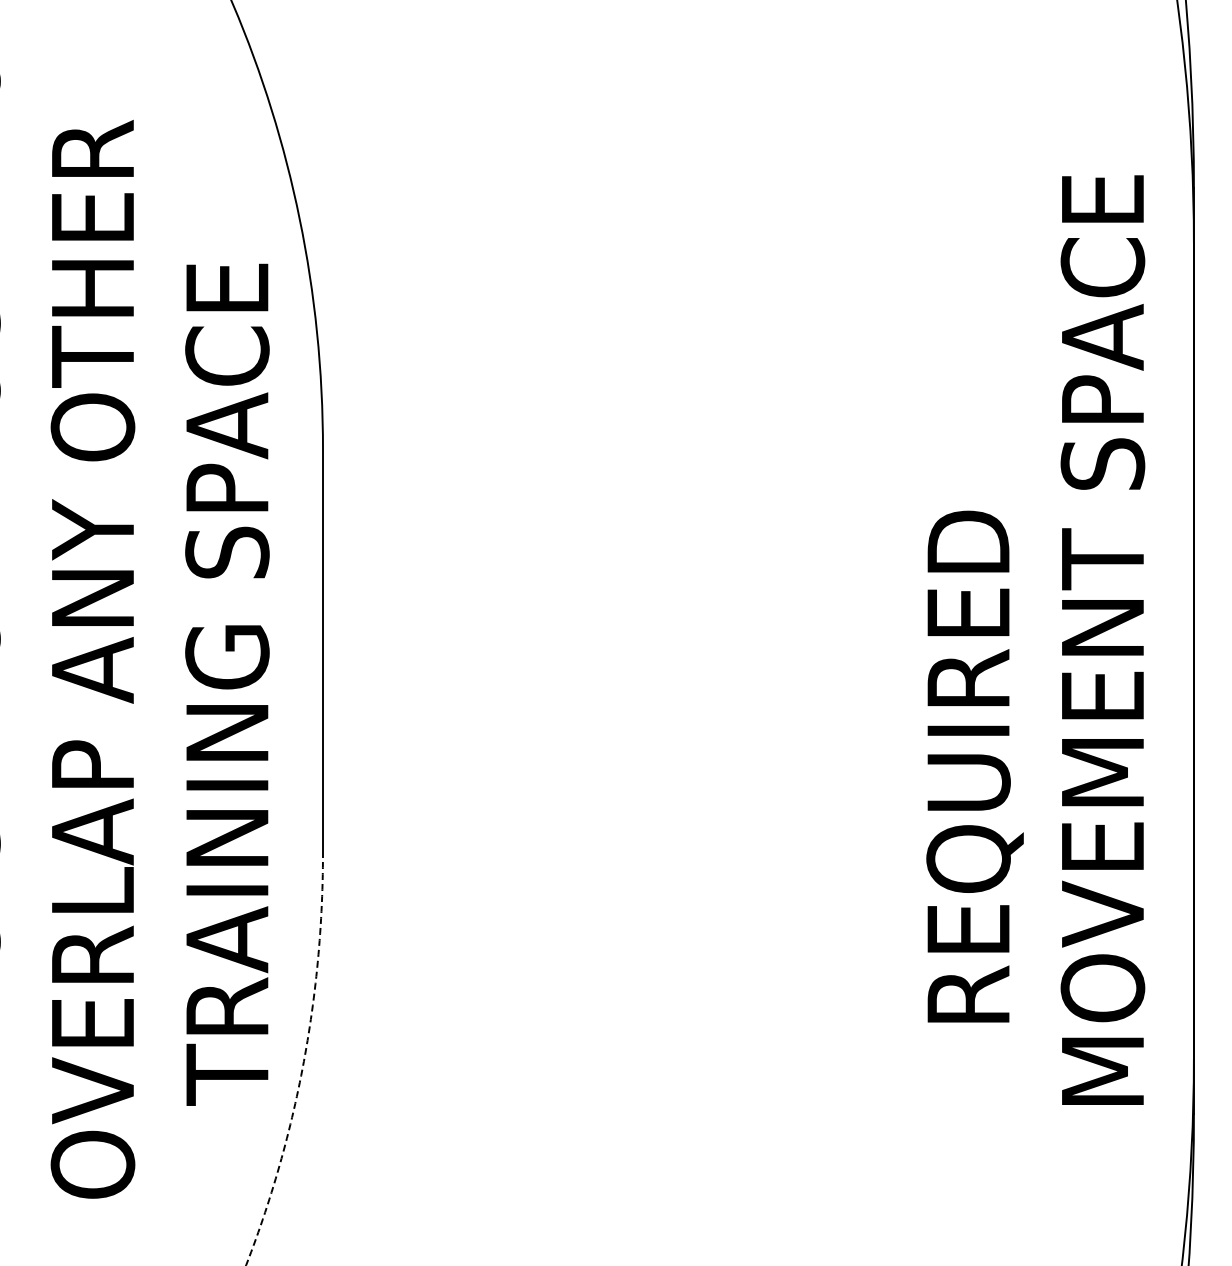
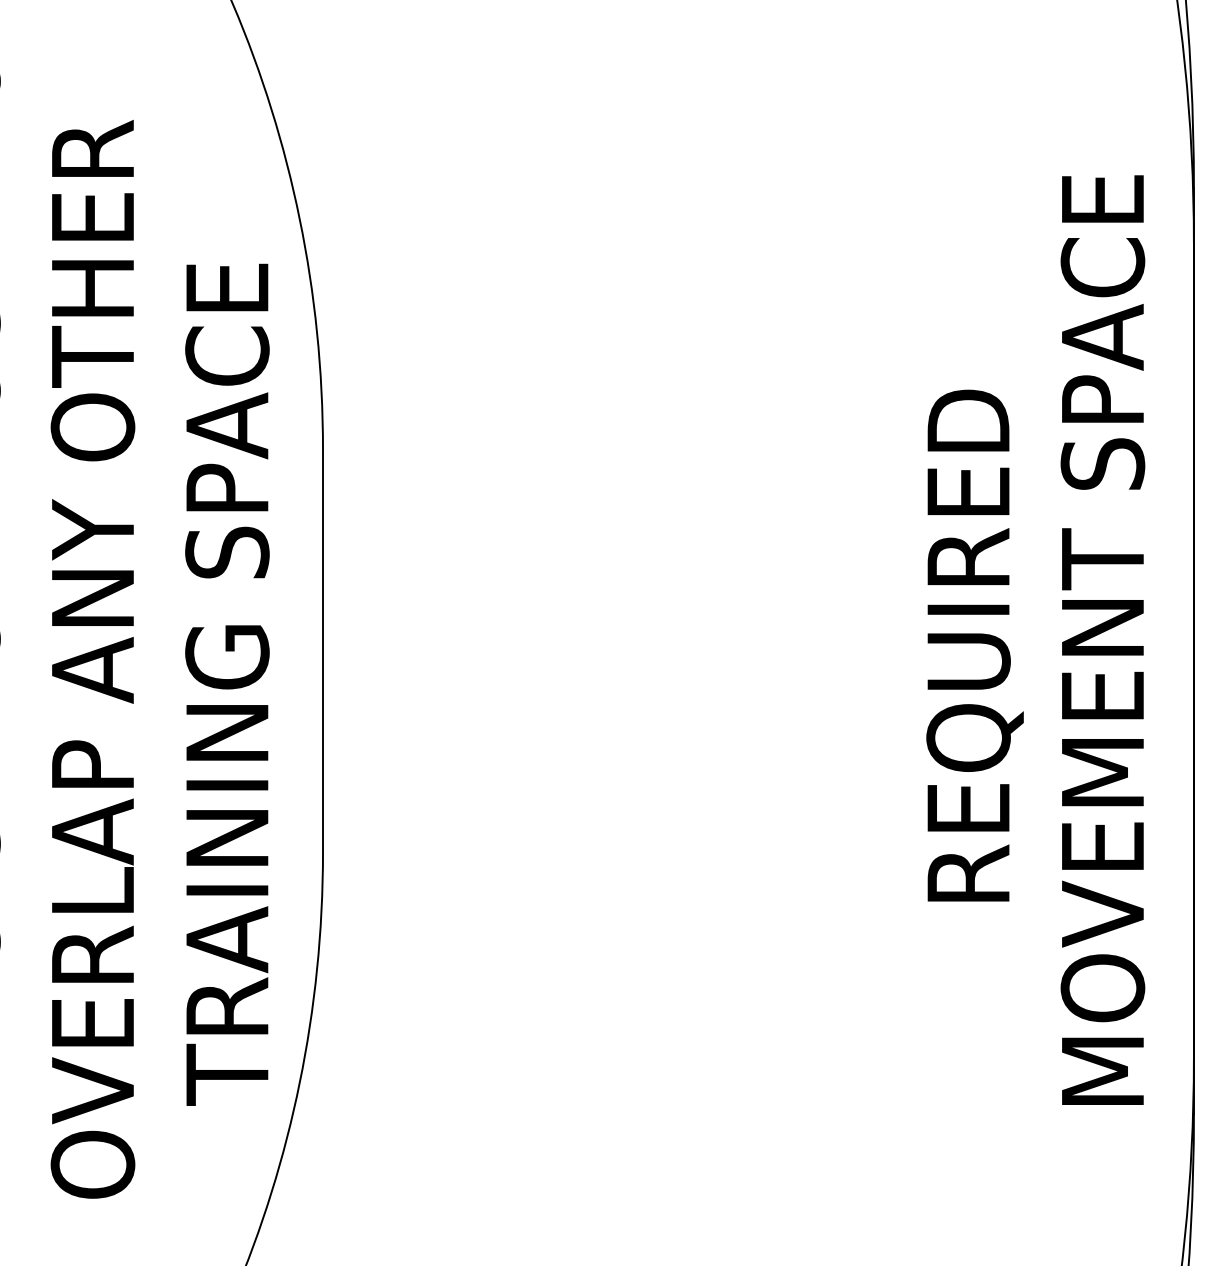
text at (974, 766) position: (974, 766) -> (974, 645)
arc at (303, 1063): dashed -> solid
